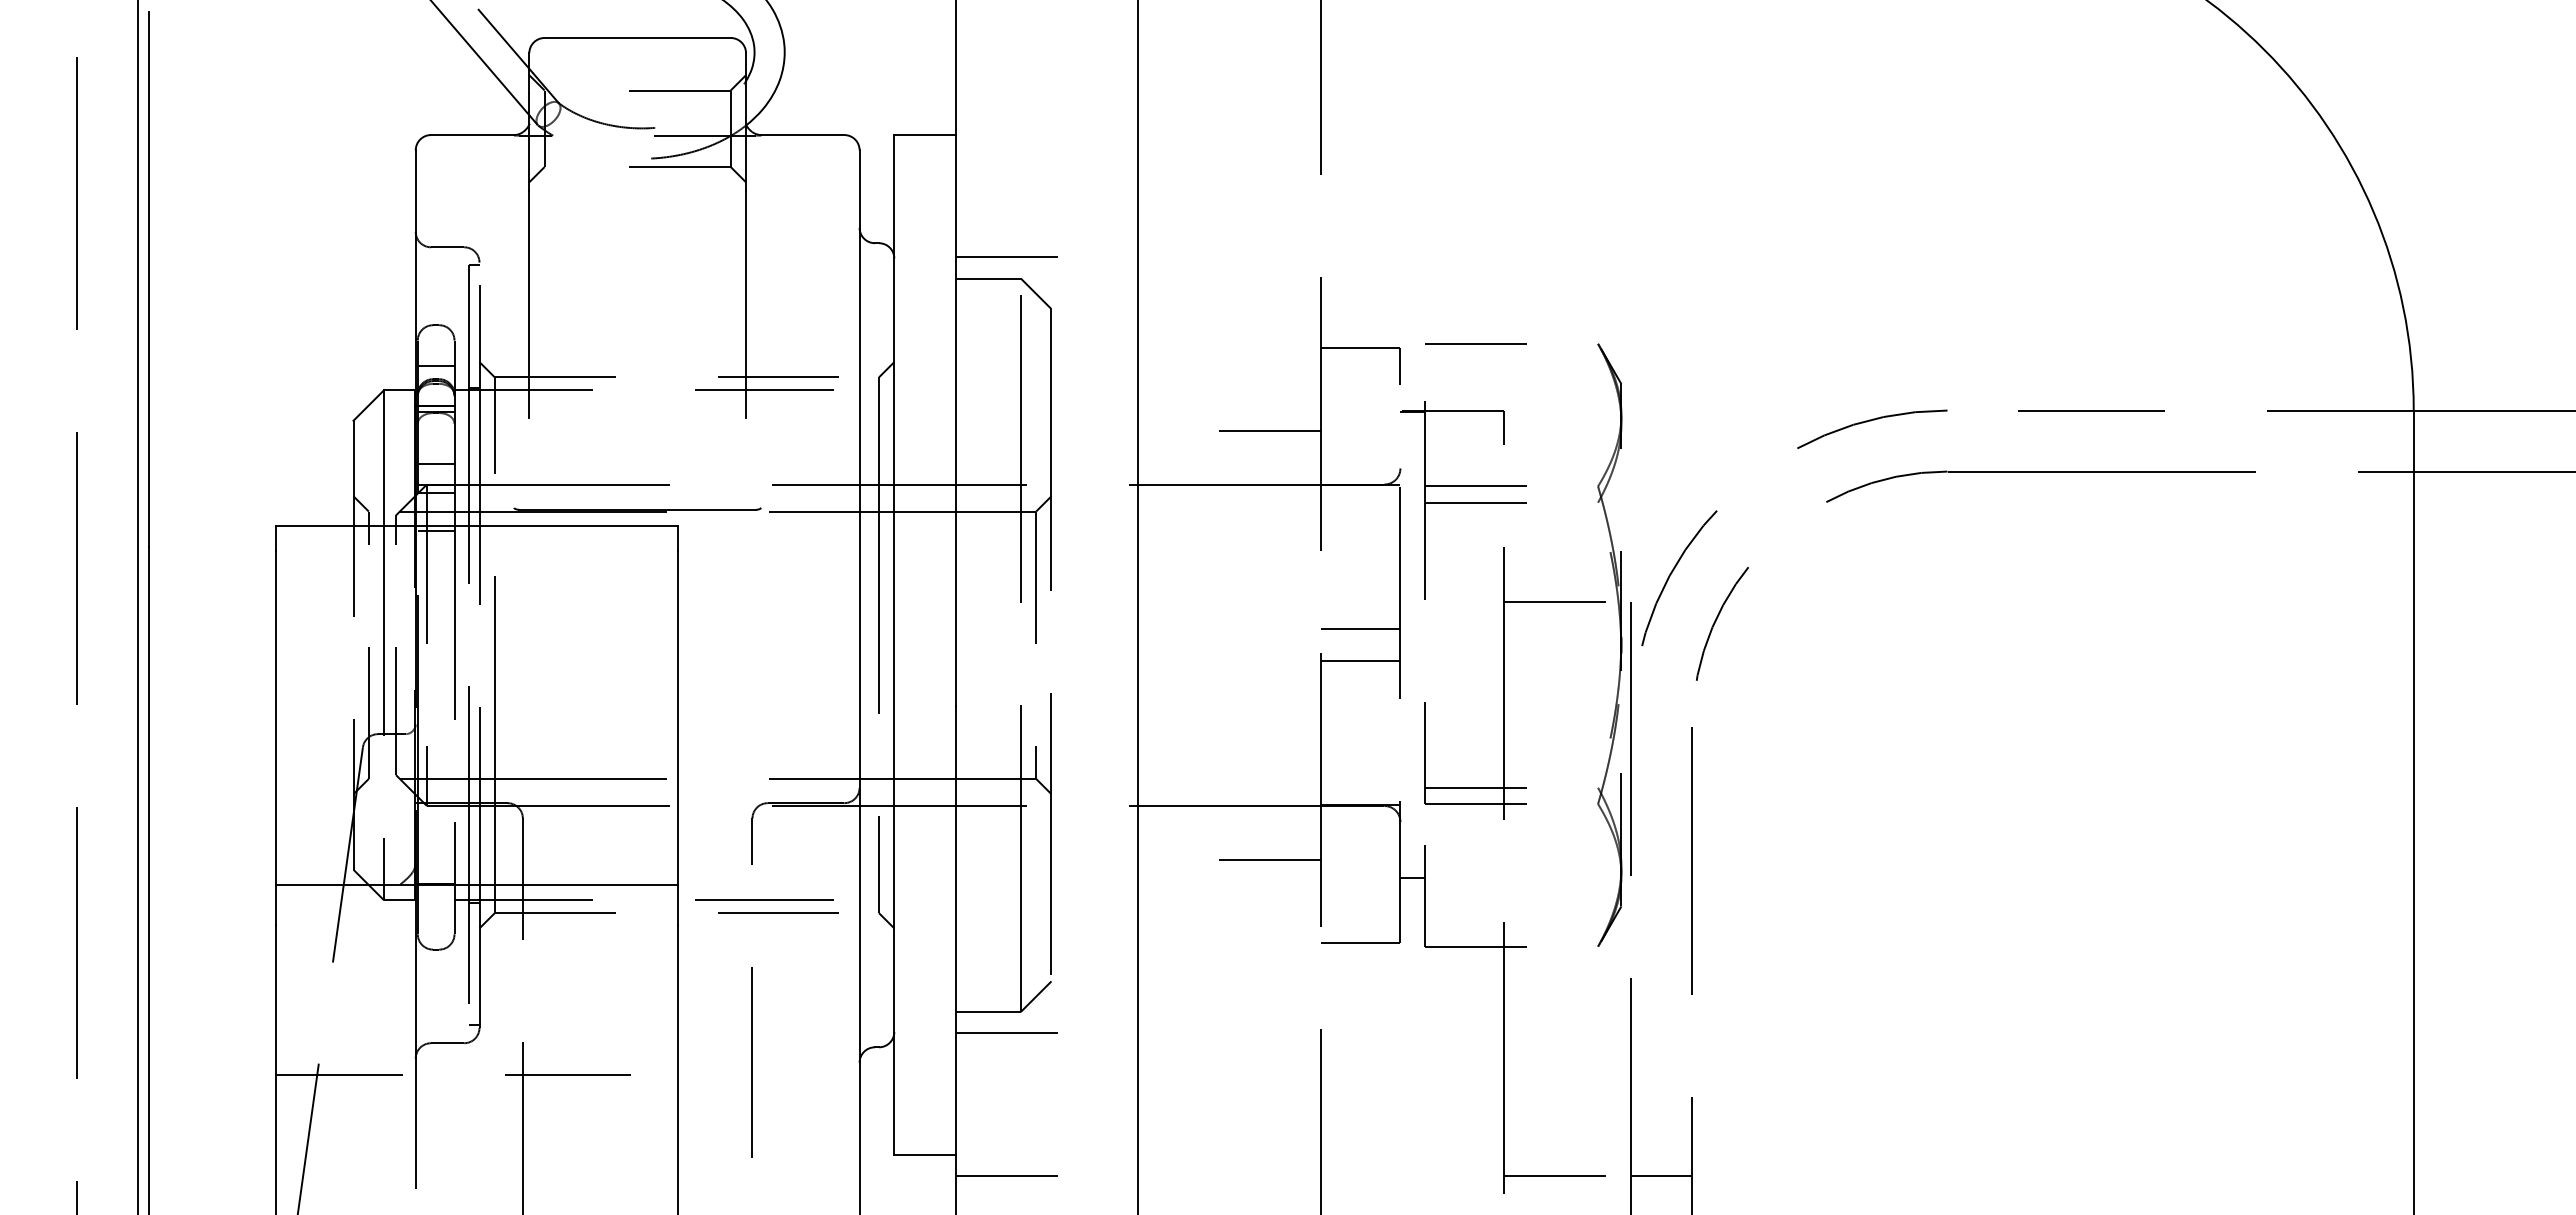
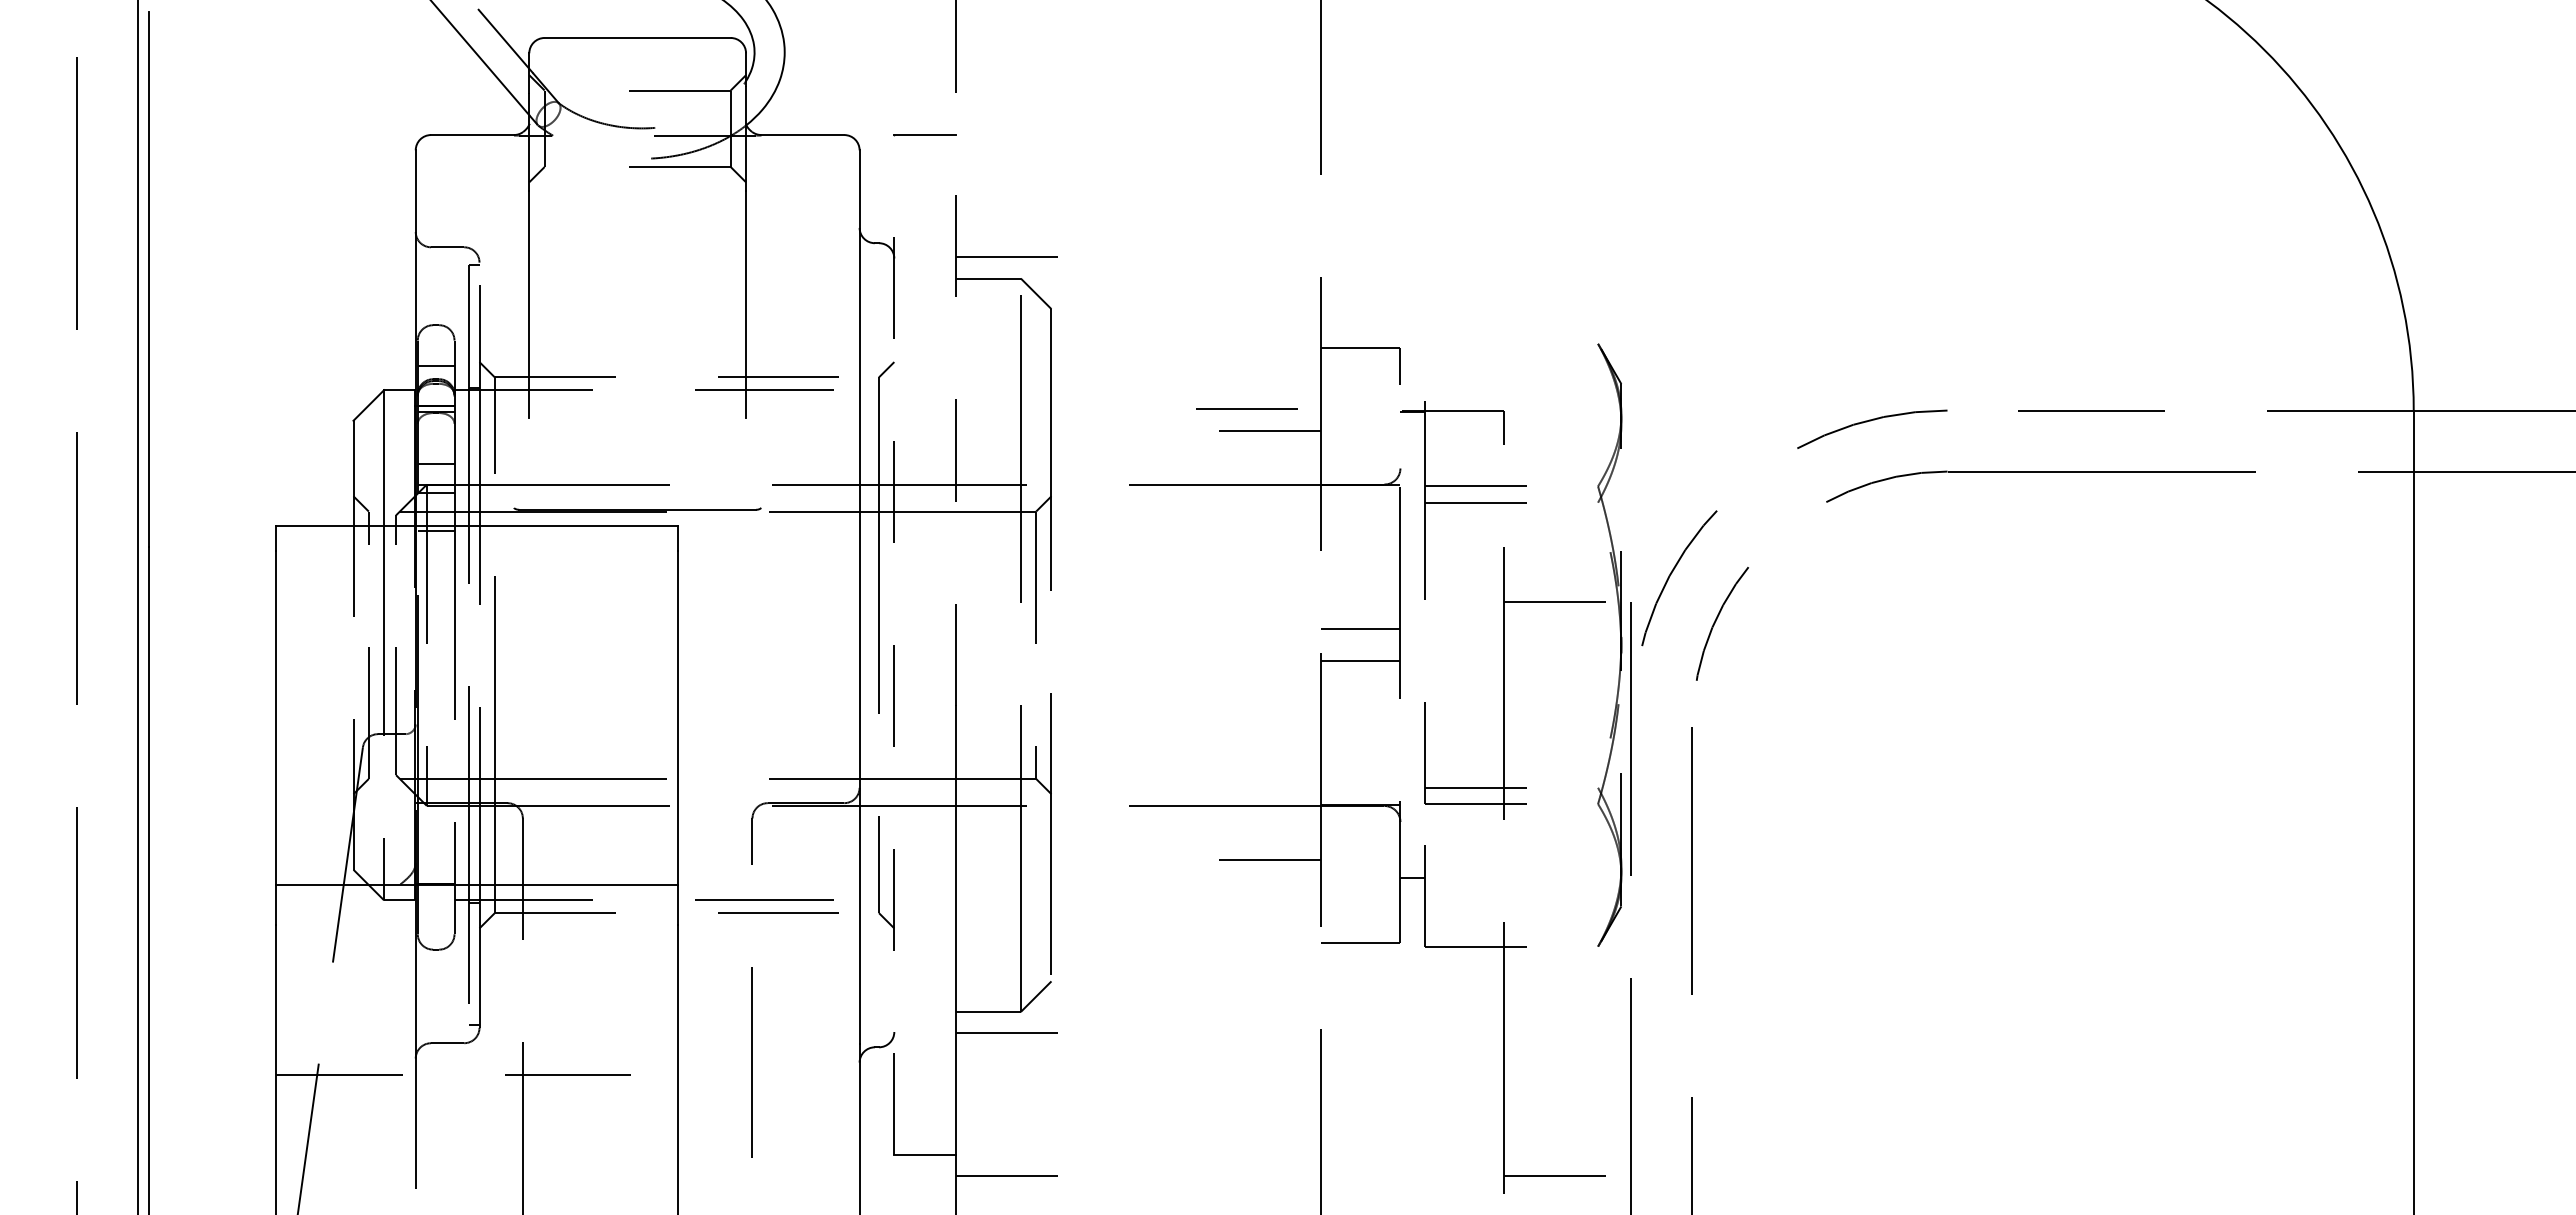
line at (1475, 343) position: (1475, 343) -> (1246, 408)
line at (955, 352): solid -> dashed
line at (1138, 606): present -> none
line at (894, 644): solid -> dashed
line at (1661, 1175): present -> none
